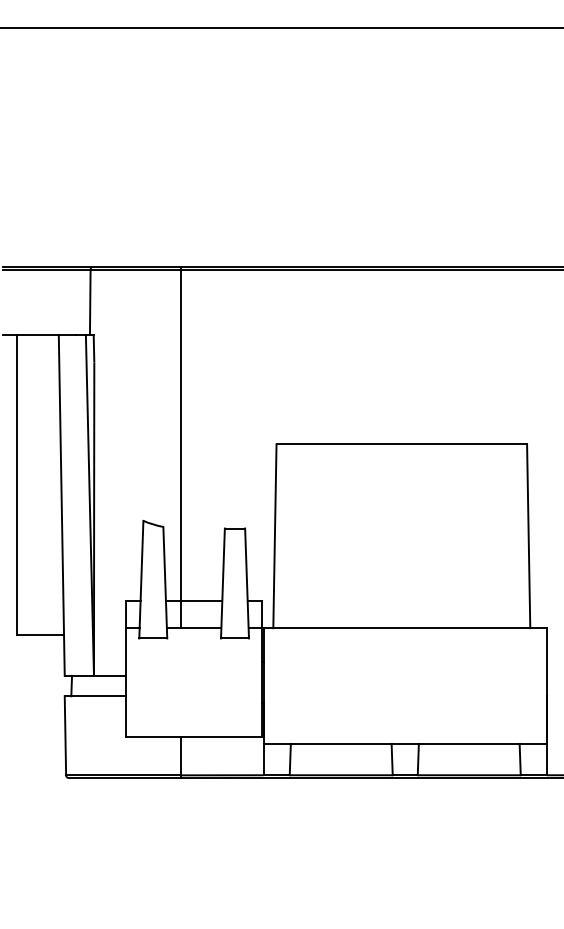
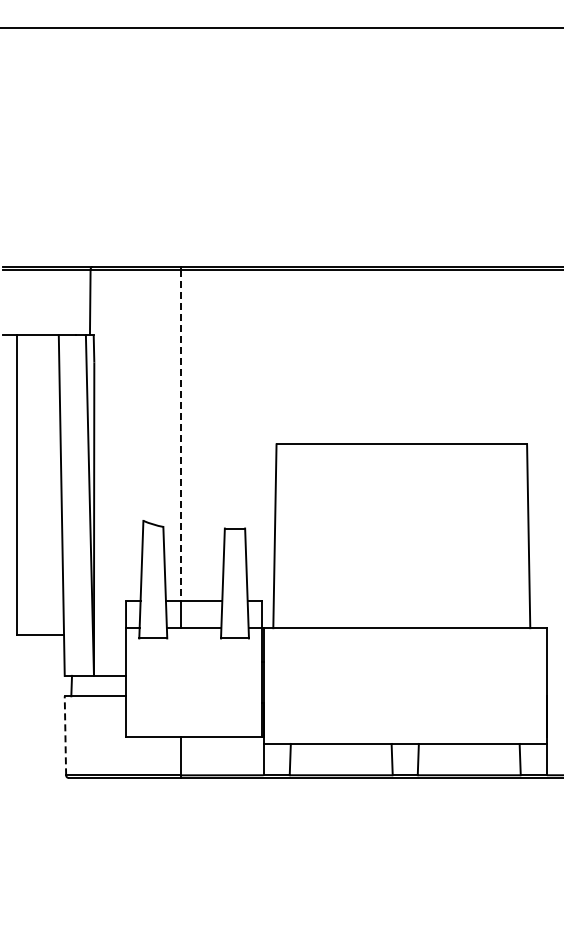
line at (180, 435): solid -> dashed
line at (65, 735): solid -> dashed
